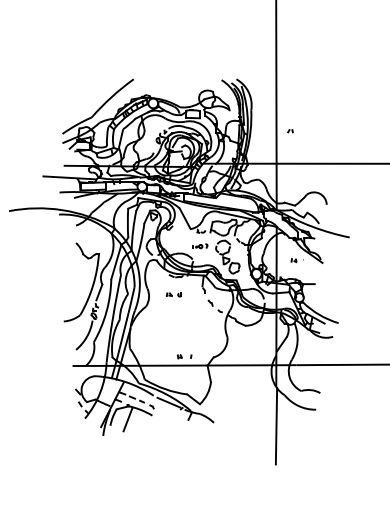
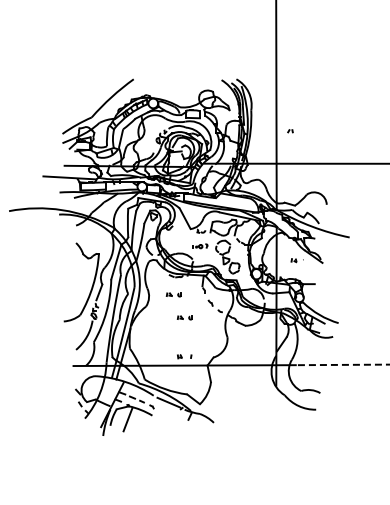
part at (184, 317): none -> present
line at (343, 364): solid -> dashed
line at (276, 426): present -> none
